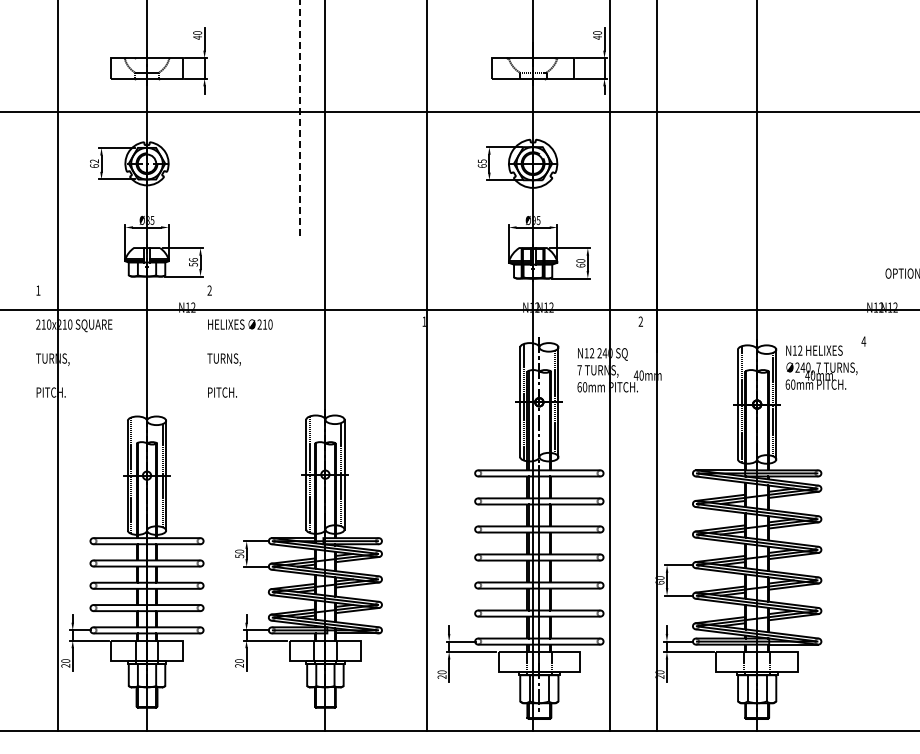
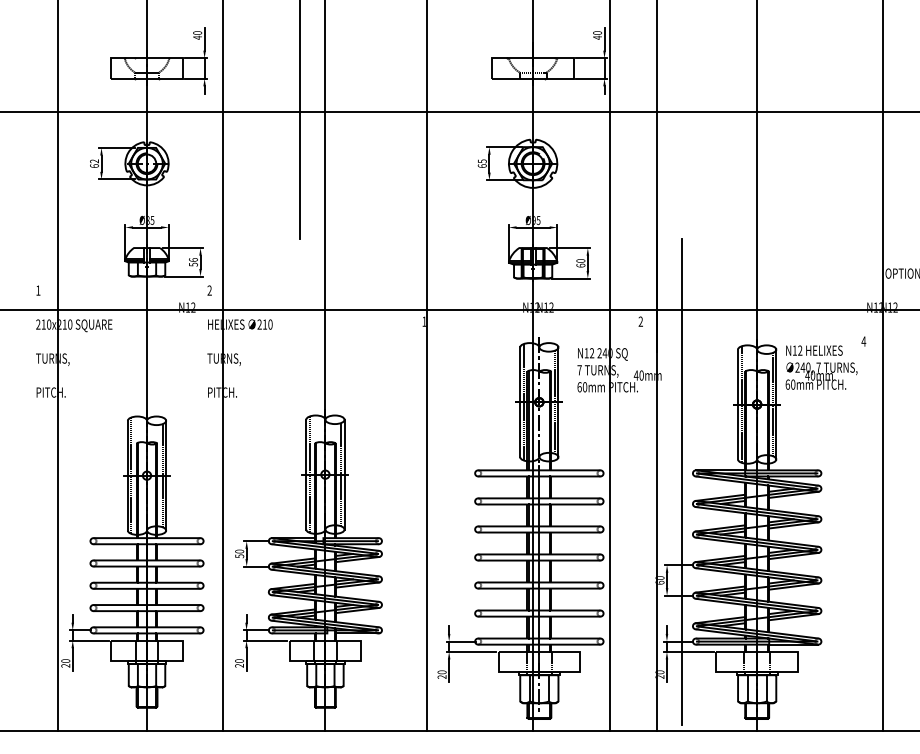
line at (299, 120): dashed -> solid
line at (223, 366): none -> present
line at (883, 366): none -> present
line at (682, 481): none -> present
